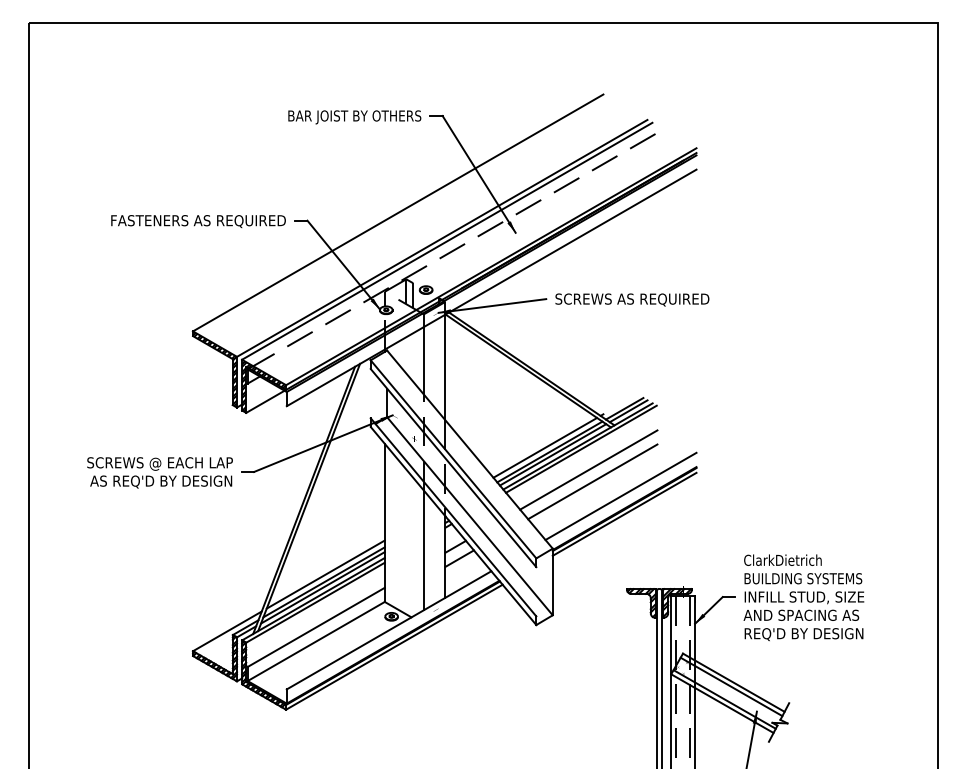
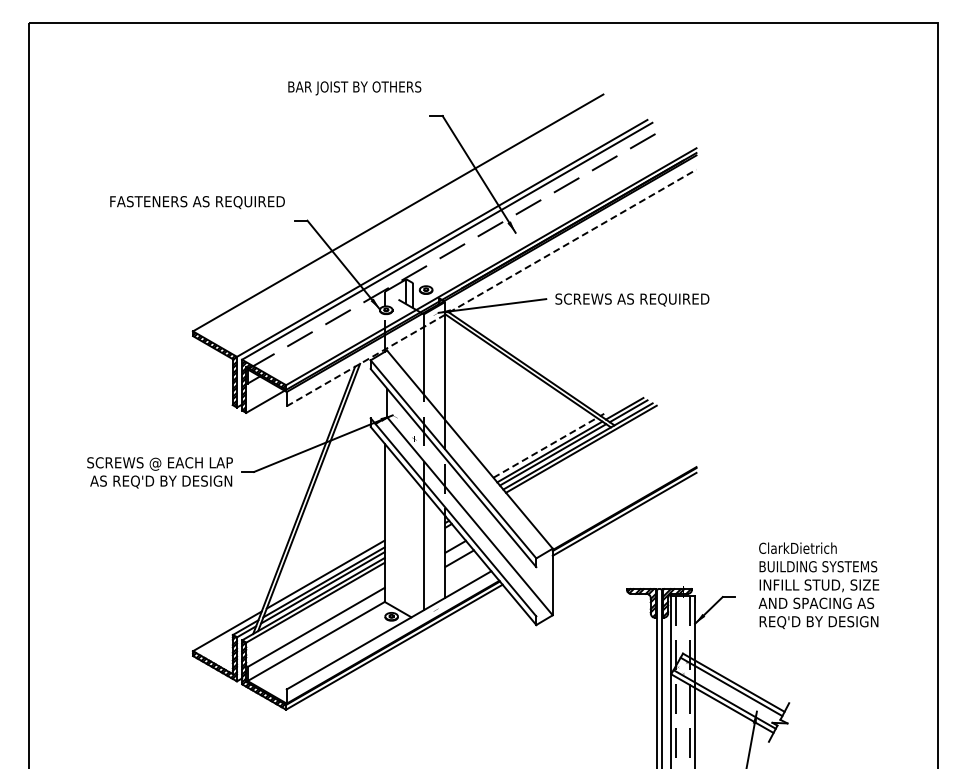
text at (354, 117) position: (354, 117) -> (354, 88)
text at (198, 221) position: (198, 221) -> (197, 202)
line at (491, 287): solid -> dashed
line at (545, 447): solid -> dashed
line at (588, 469): present -> none
line at (592, 481): present -> none
line at (620, 496): present -> none
text at (803, 597) position: (803, 597) -> (818, 585)
